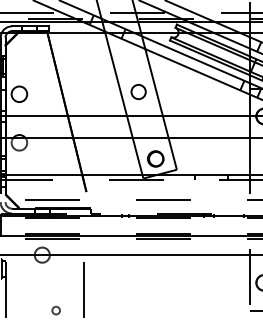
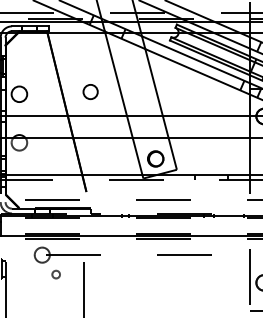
circle at (138, 91) position: (138, 91) -> (90, 91)
line at (131, 255): solid -> dashed
circle at (55, 310) position: (55, 310) -> (55, 274)
